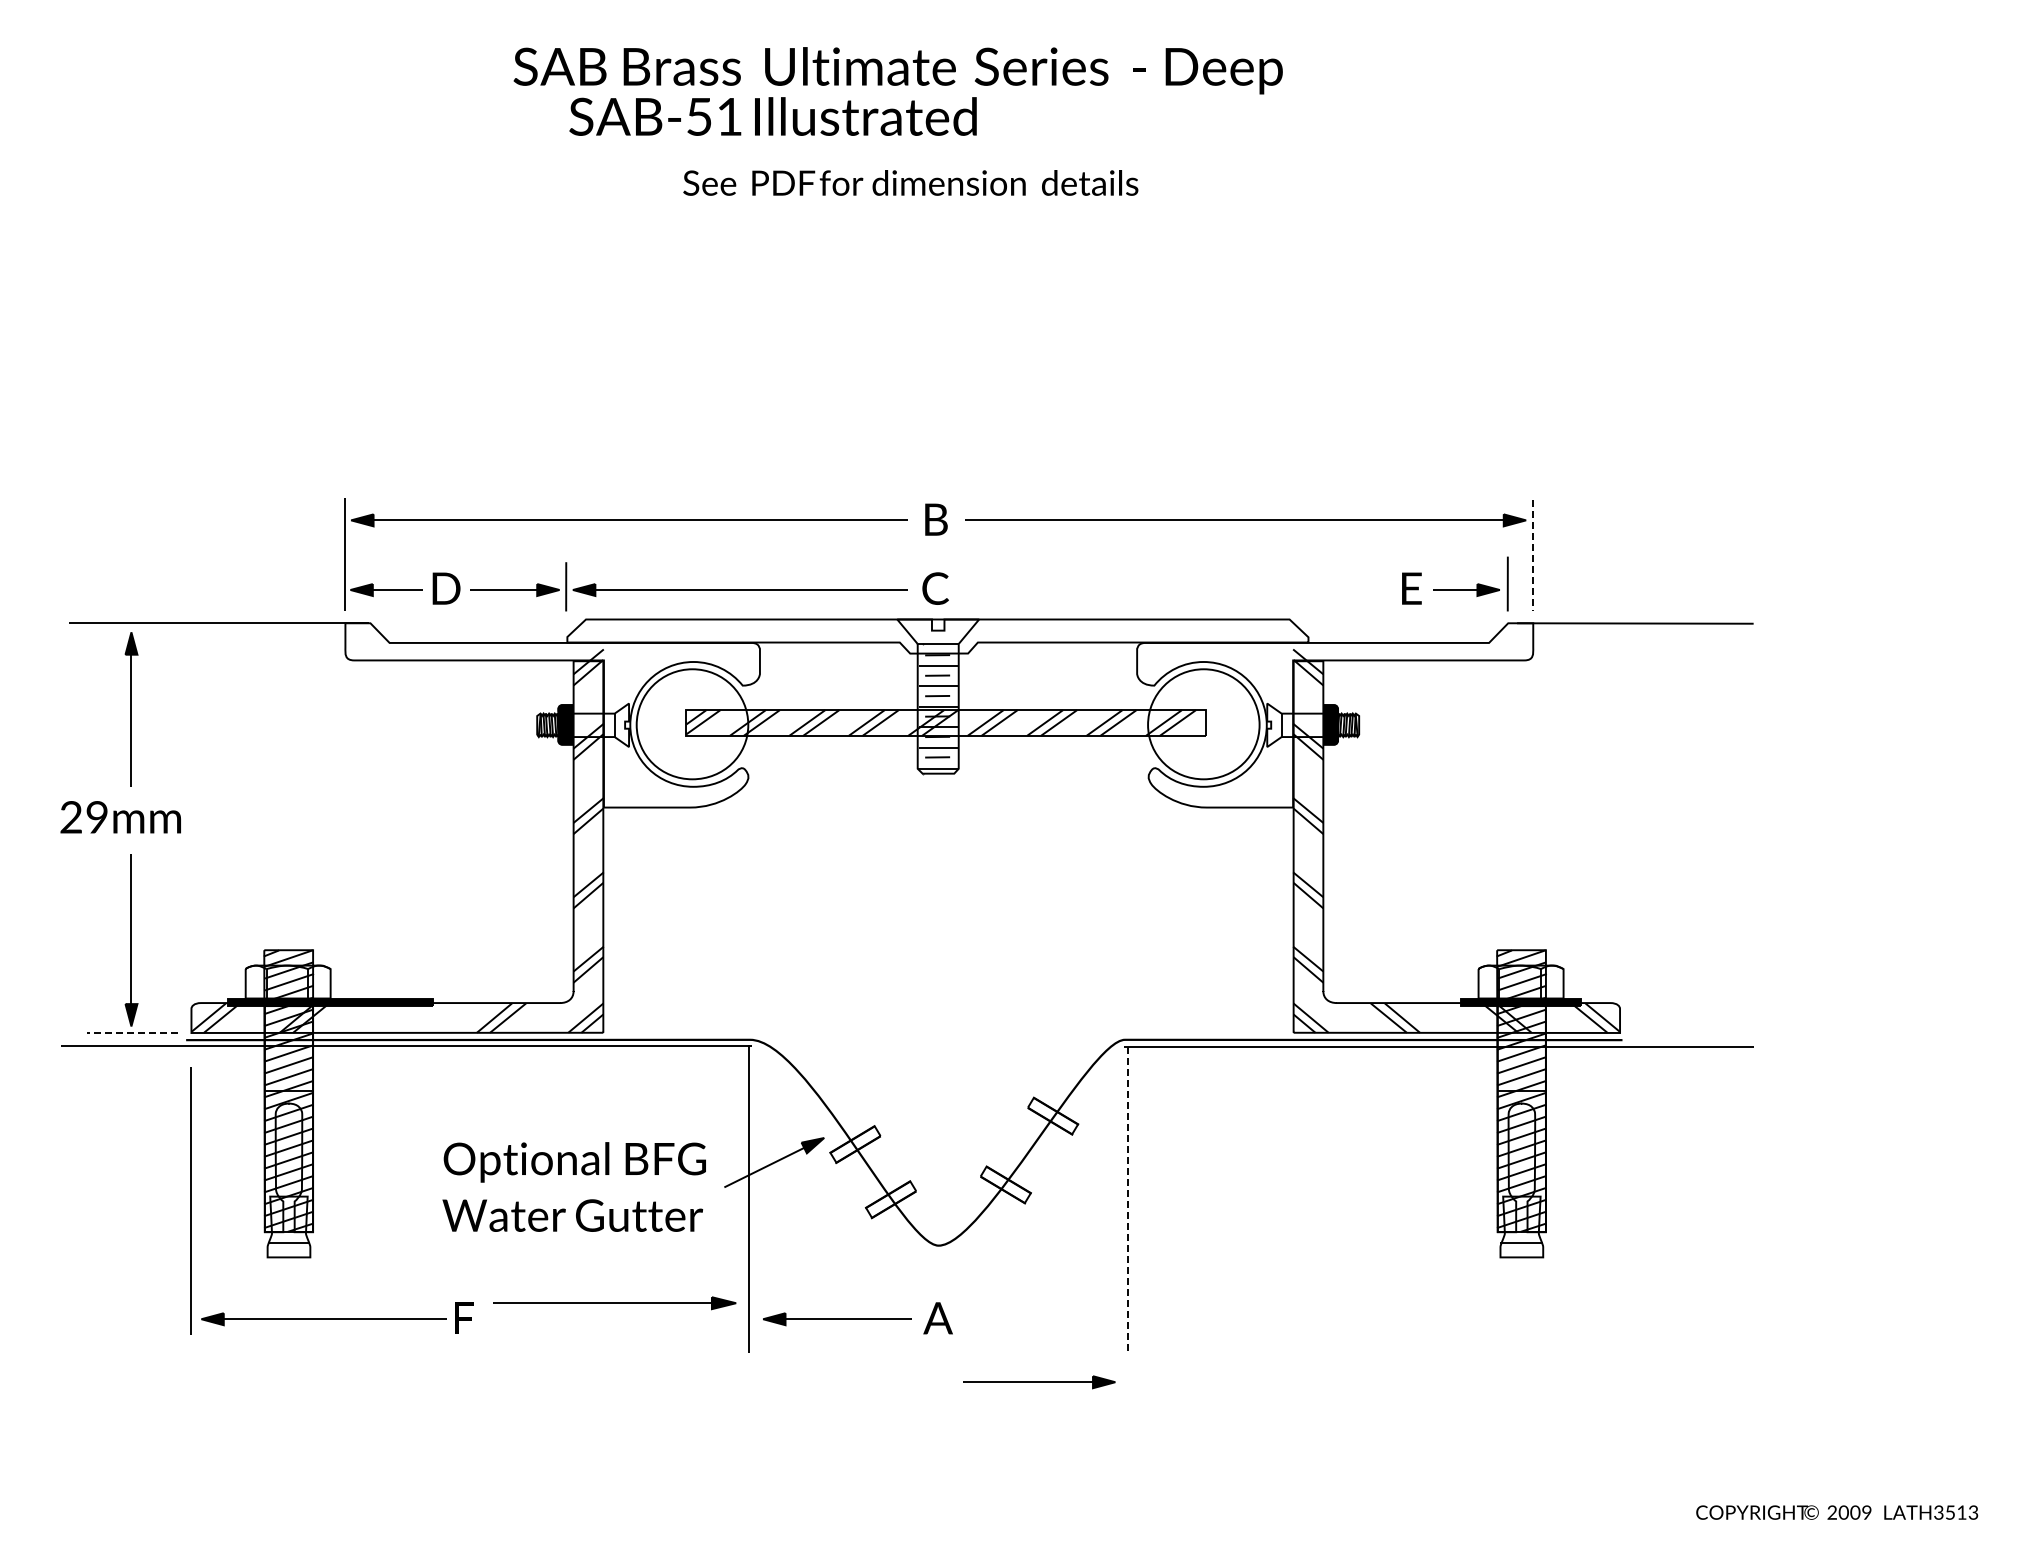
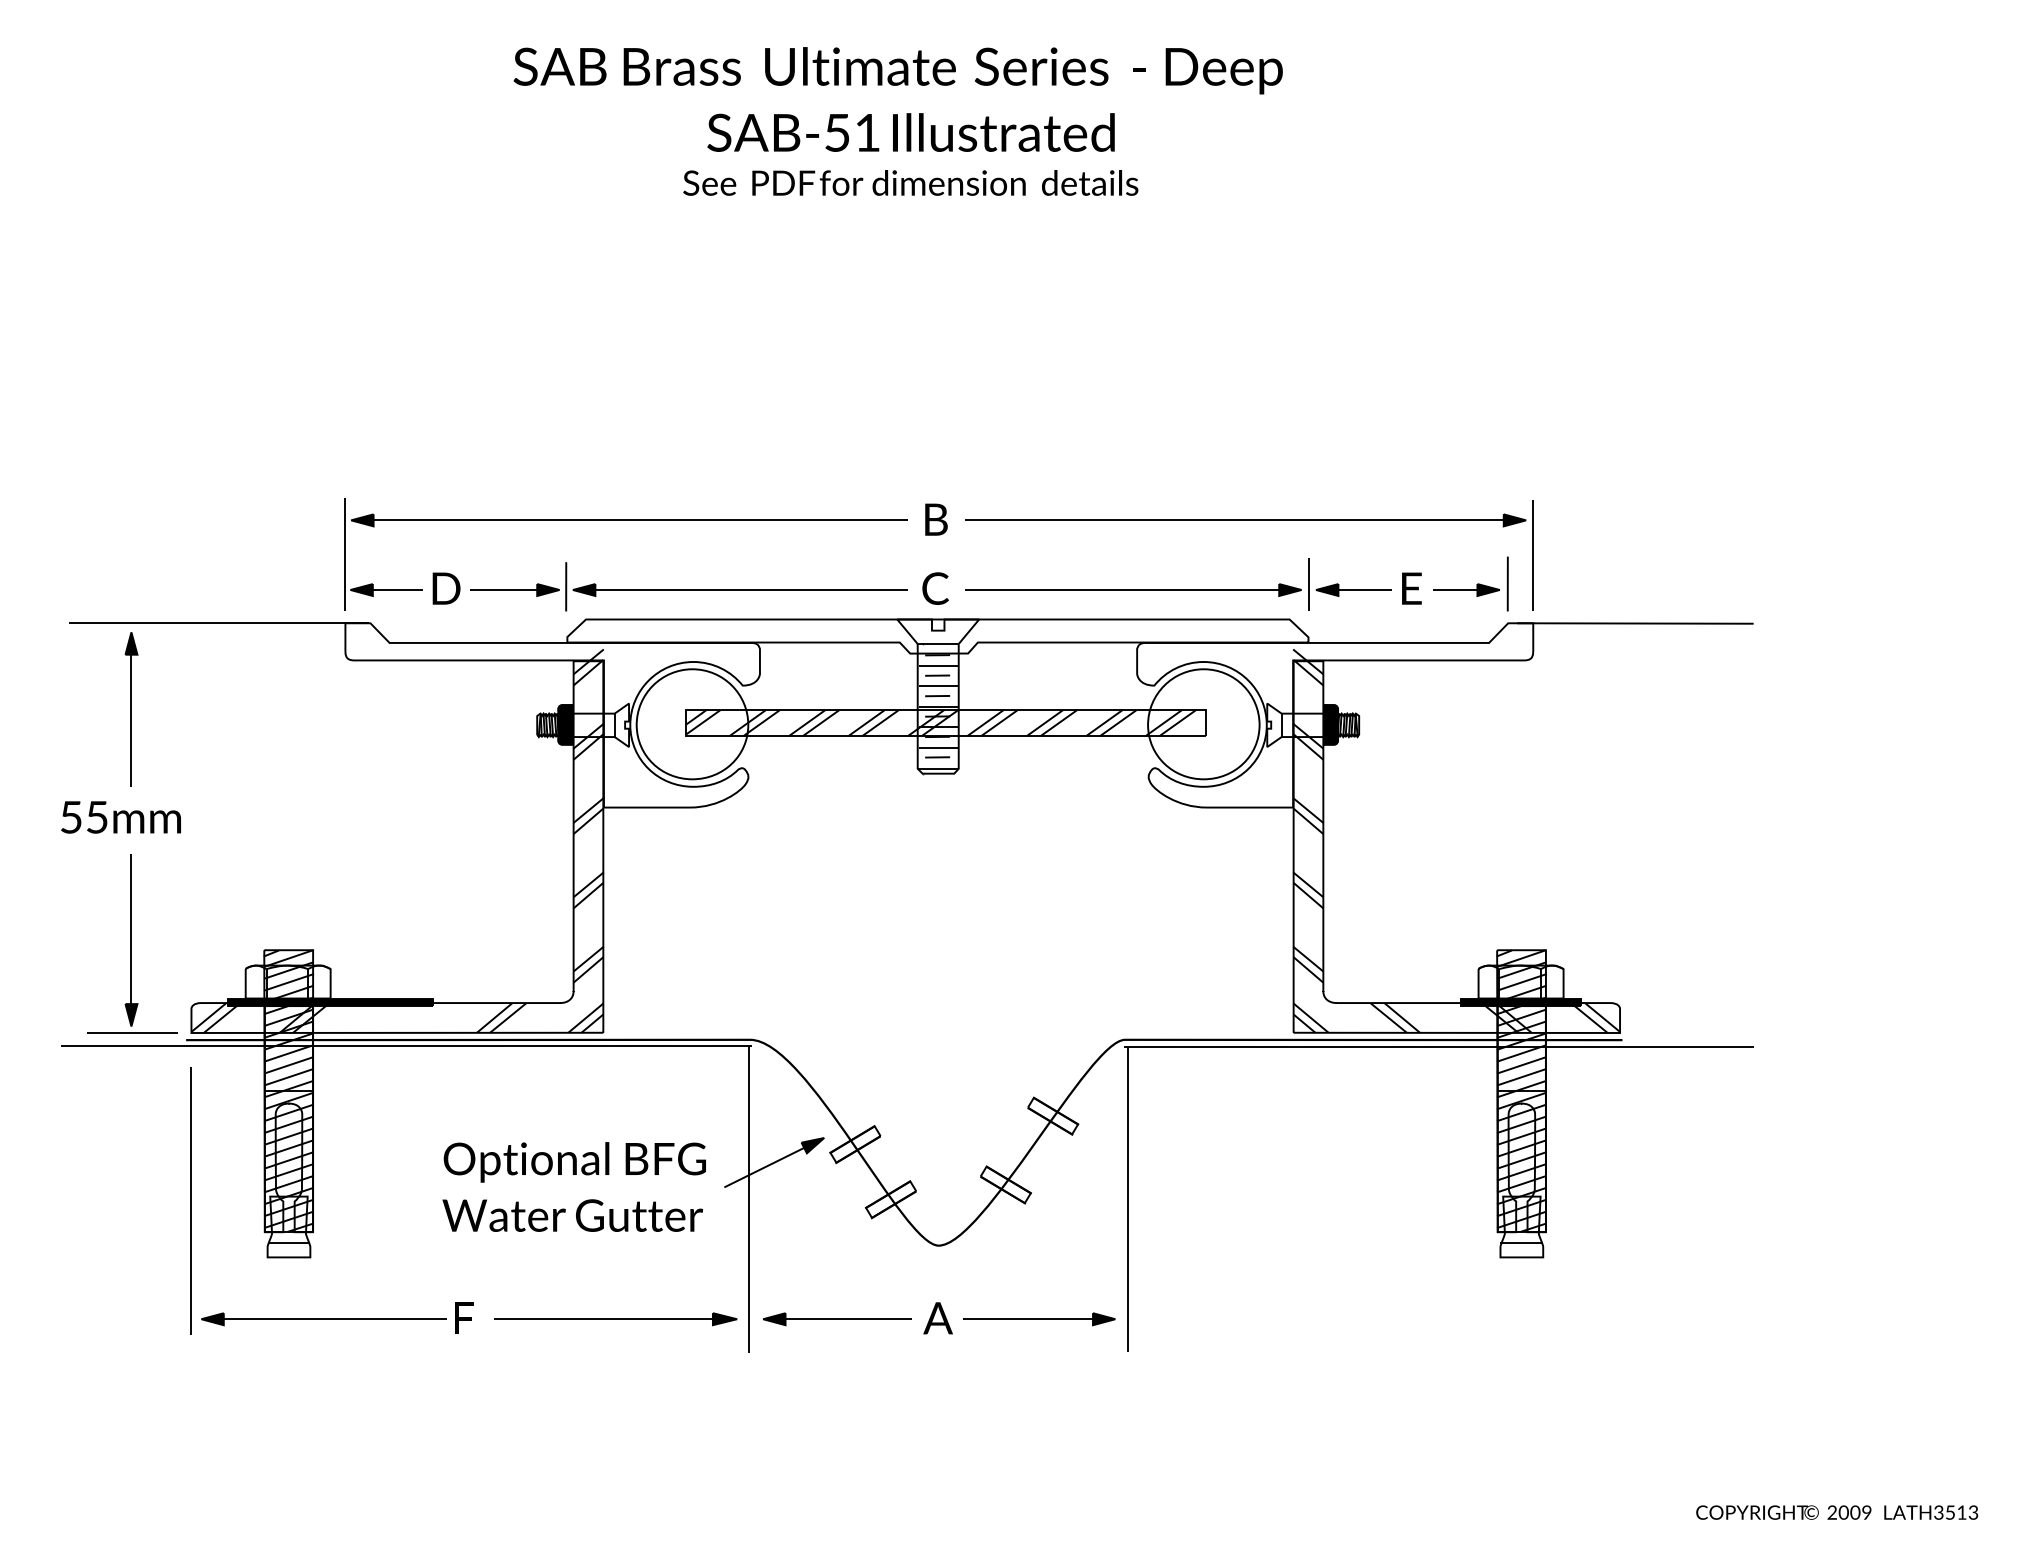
text at (772, 116) position: (772, 116) -> (910, 132)
line at (1532, 555): dashed -> solid
part at (1178, 584): none -> present
text at (83, 817): 29mm -> 55mm
line at (132, 1032): dashed -> solid
line at (1128, 1199): dashed -> solid
part at (614, 1303) position: (614, 1303) -> (615, 1319)
part at (1039, 1382) position: (1039, 1382) -> (1039, 1319)
